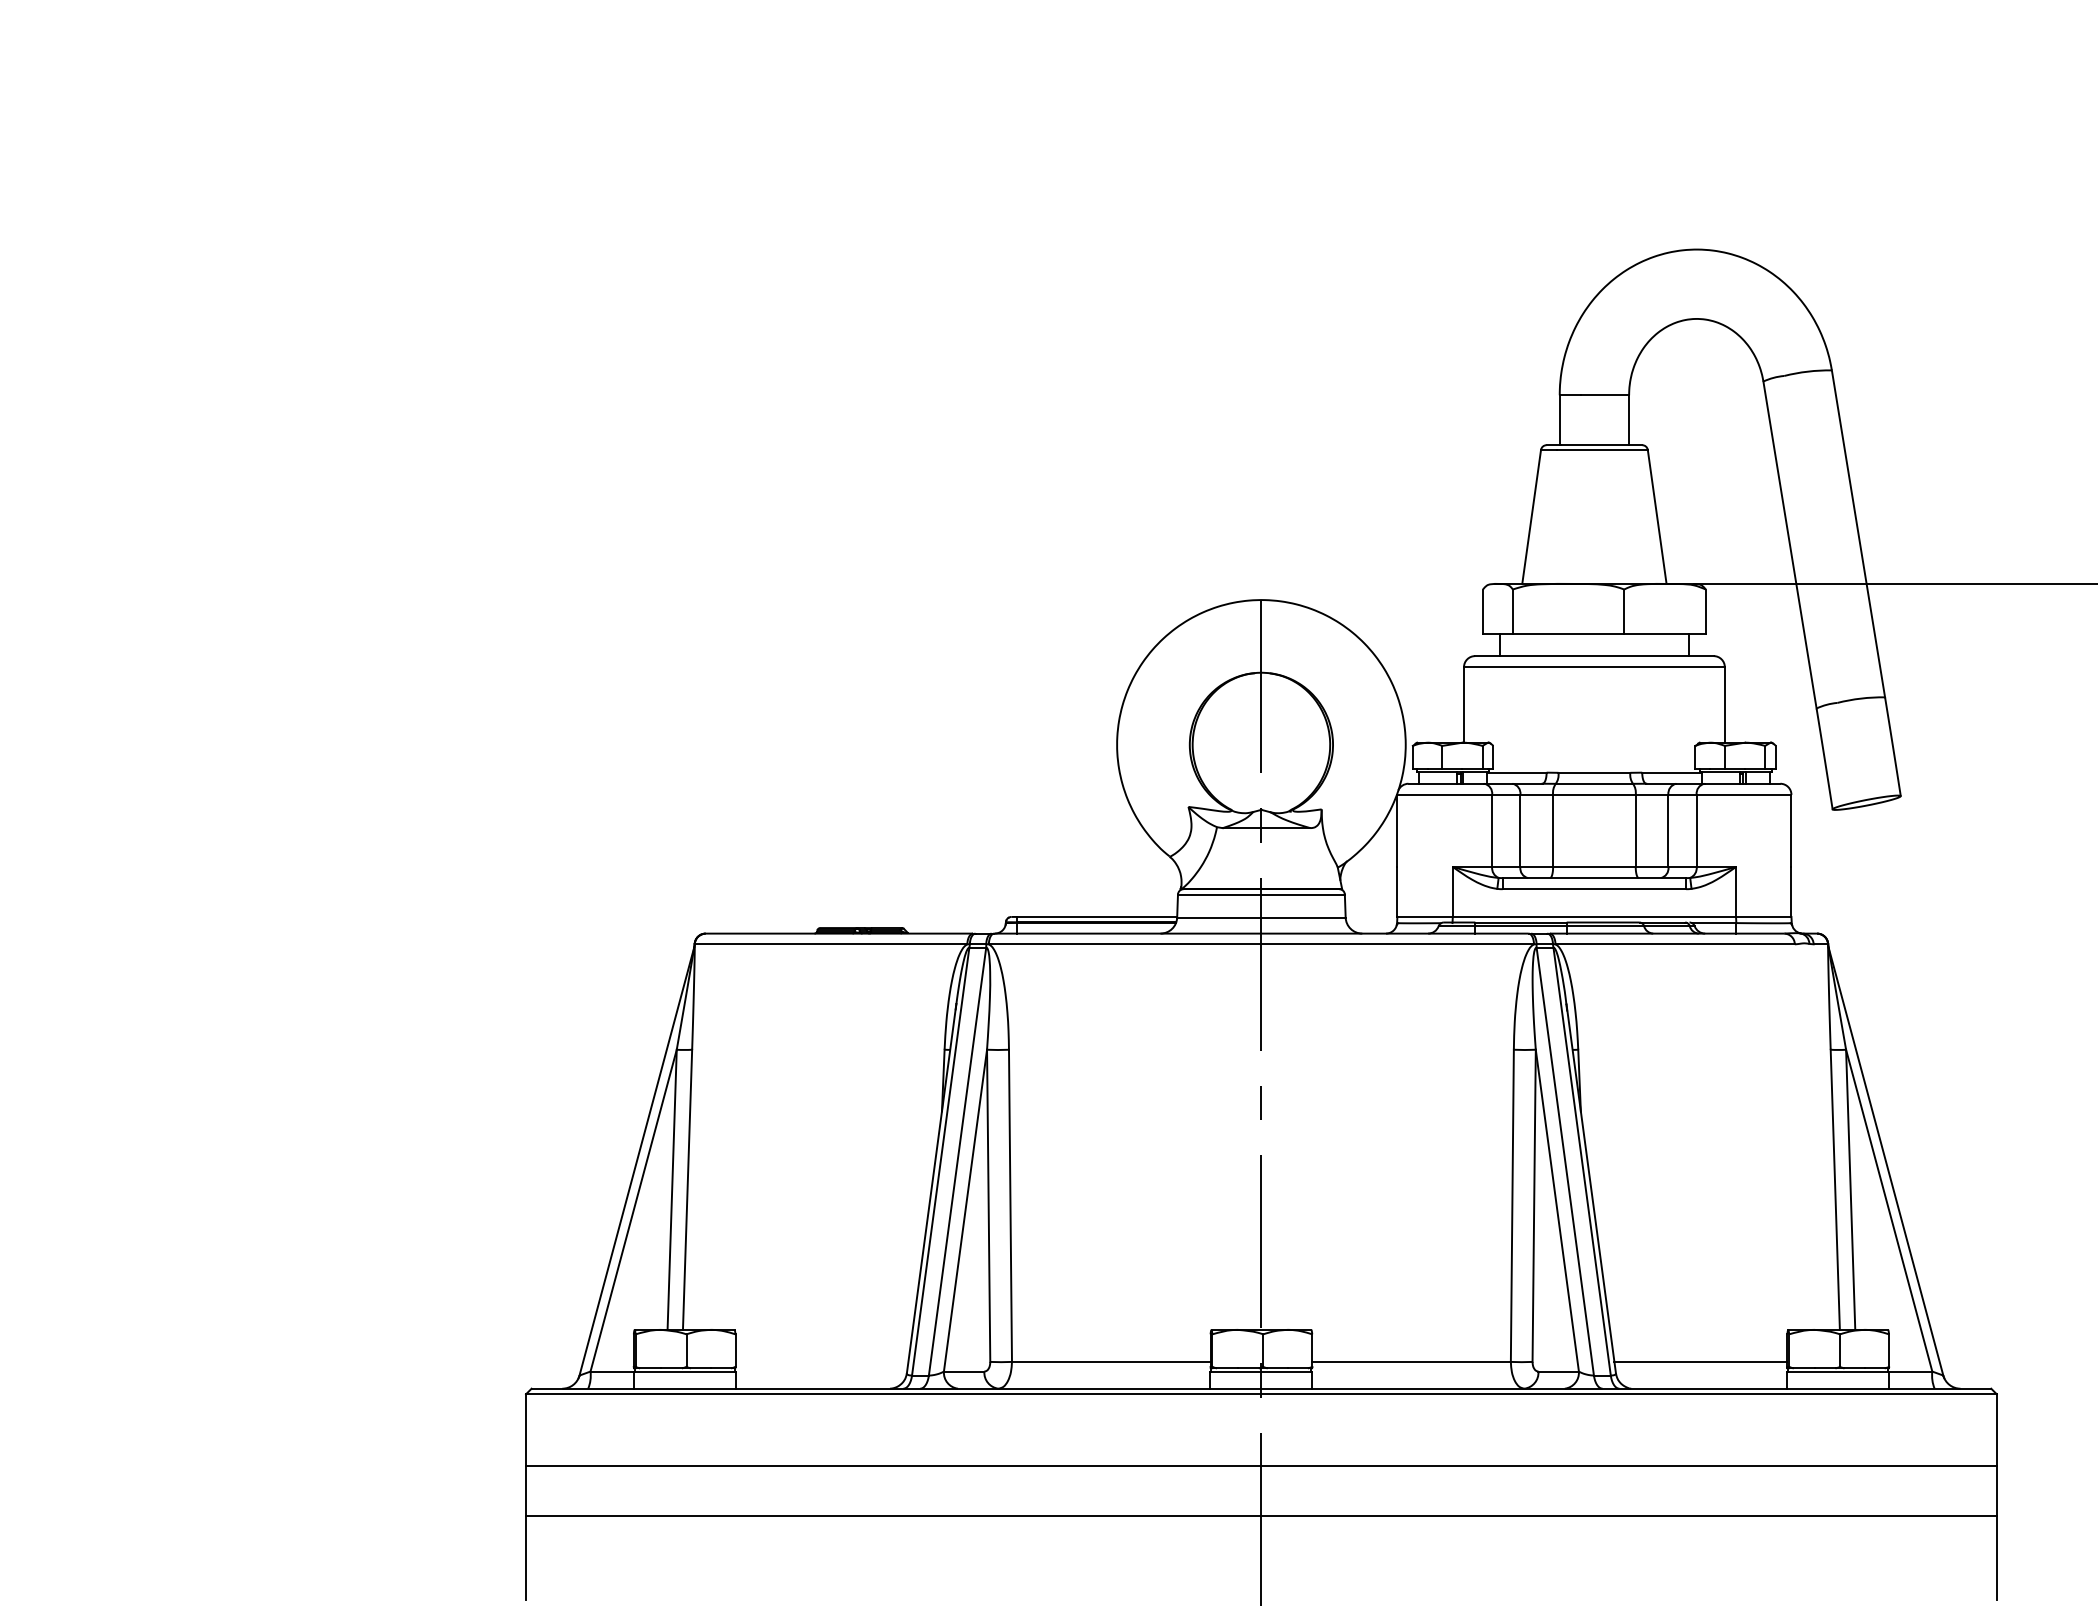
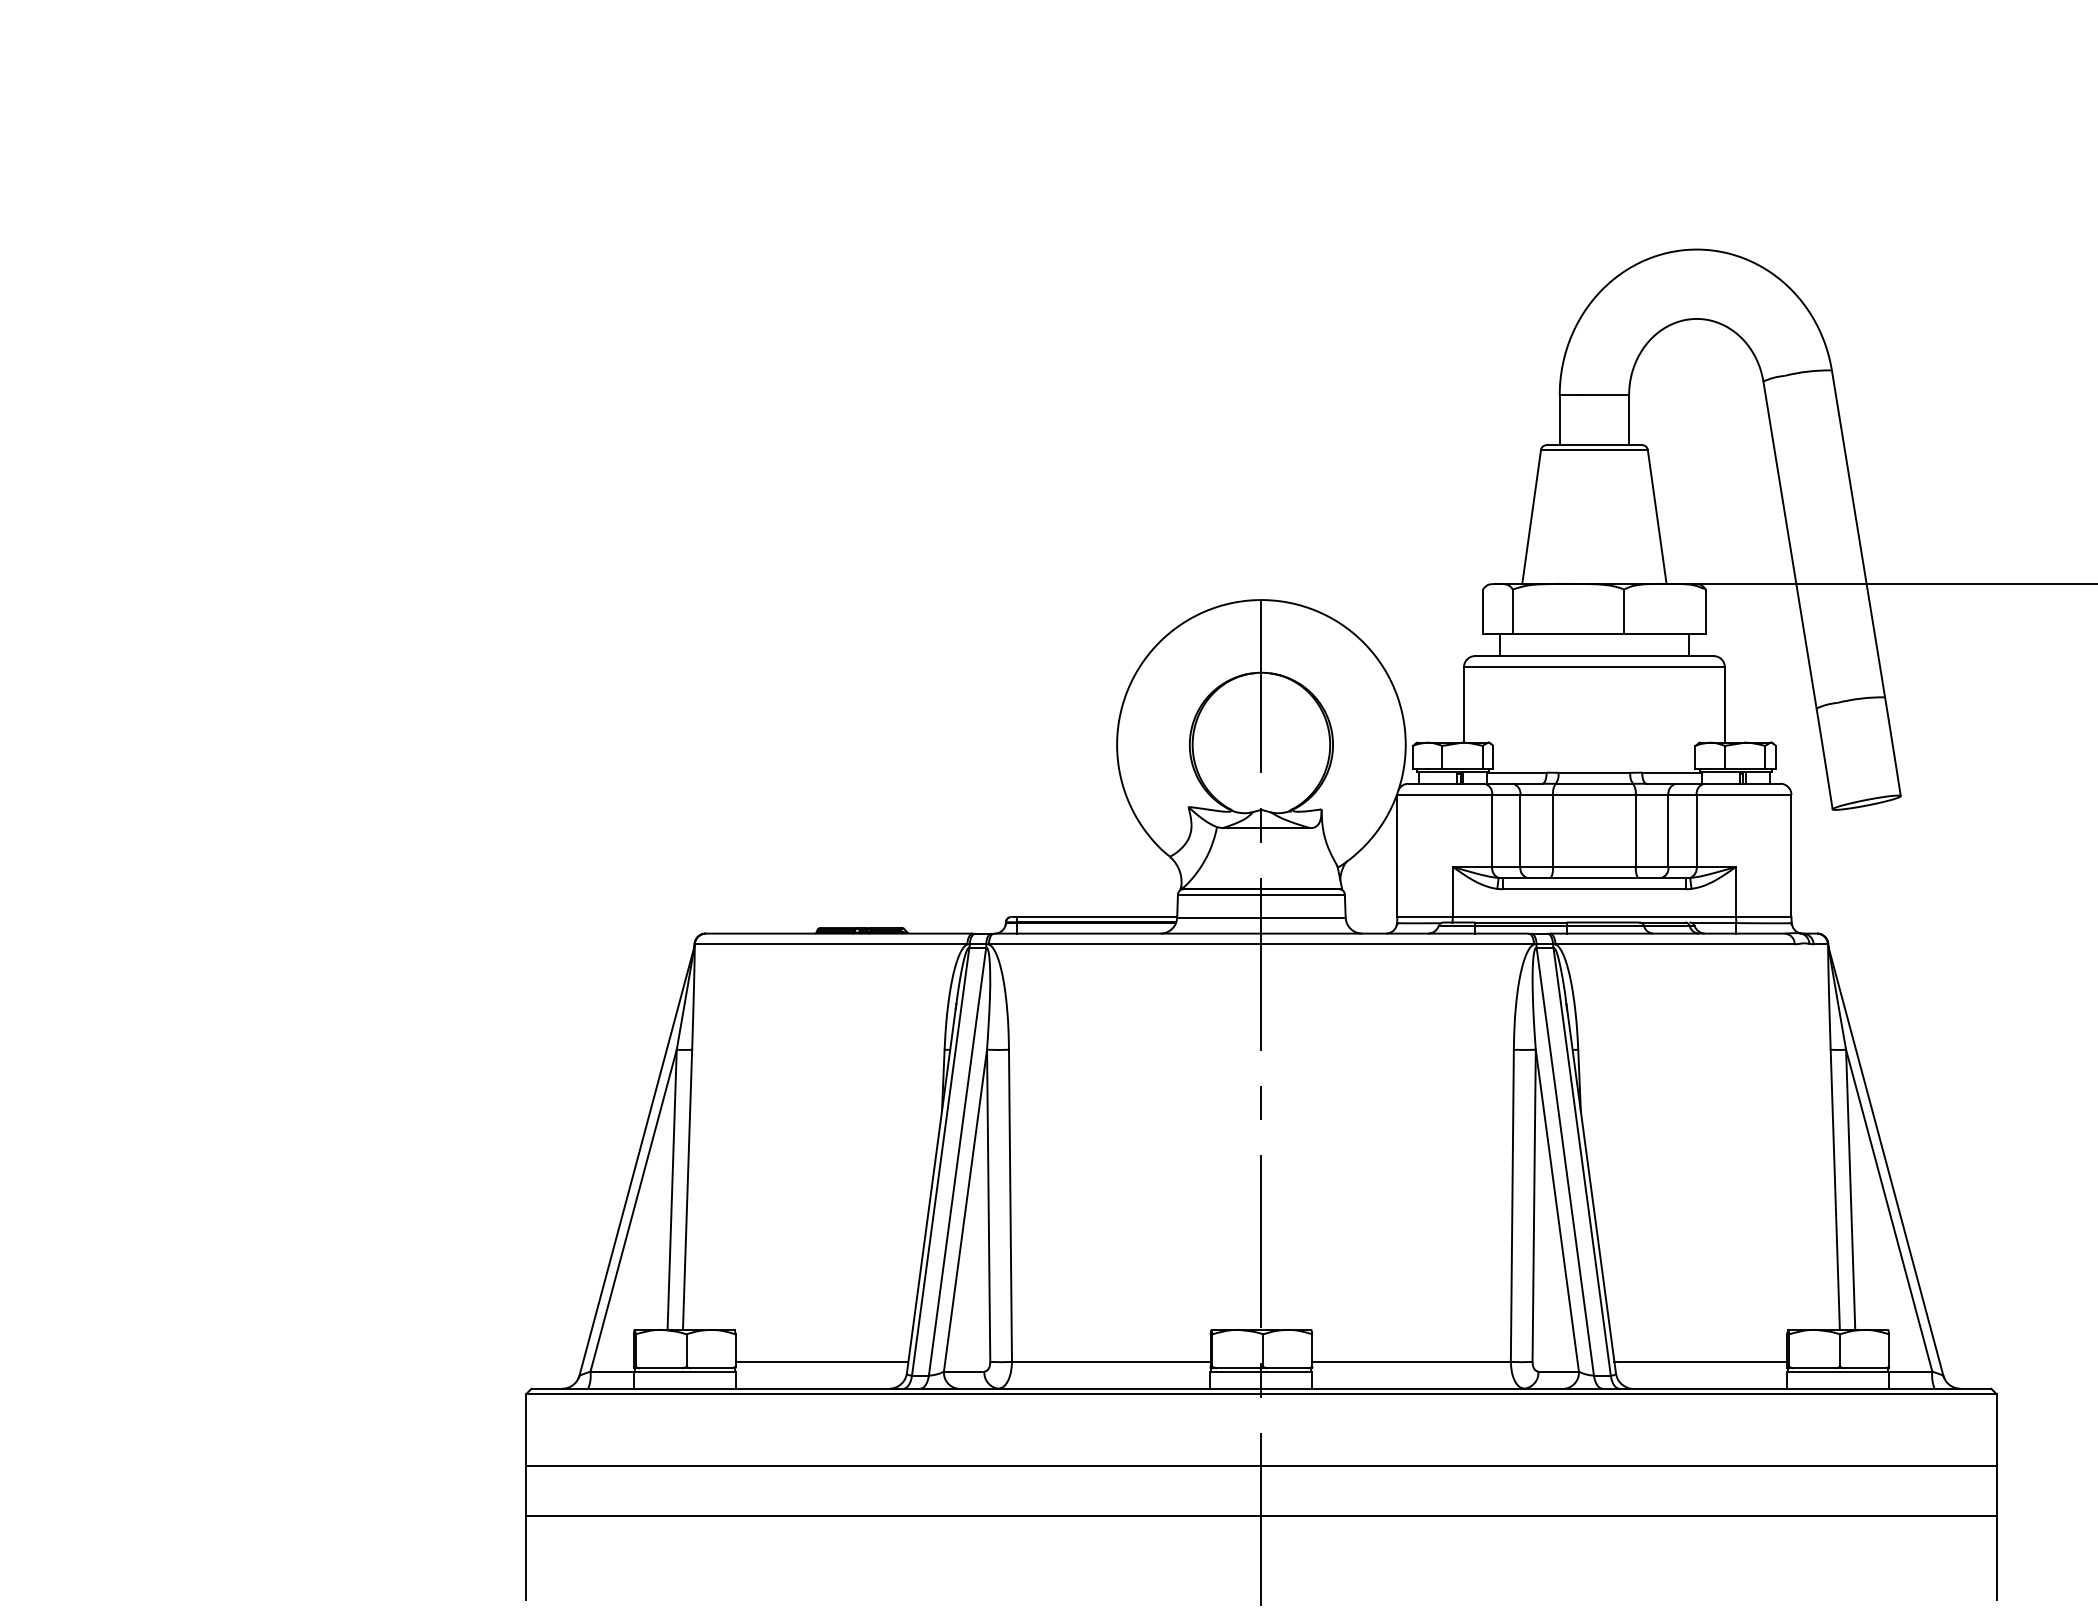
line at (821, 1361): none -> present
